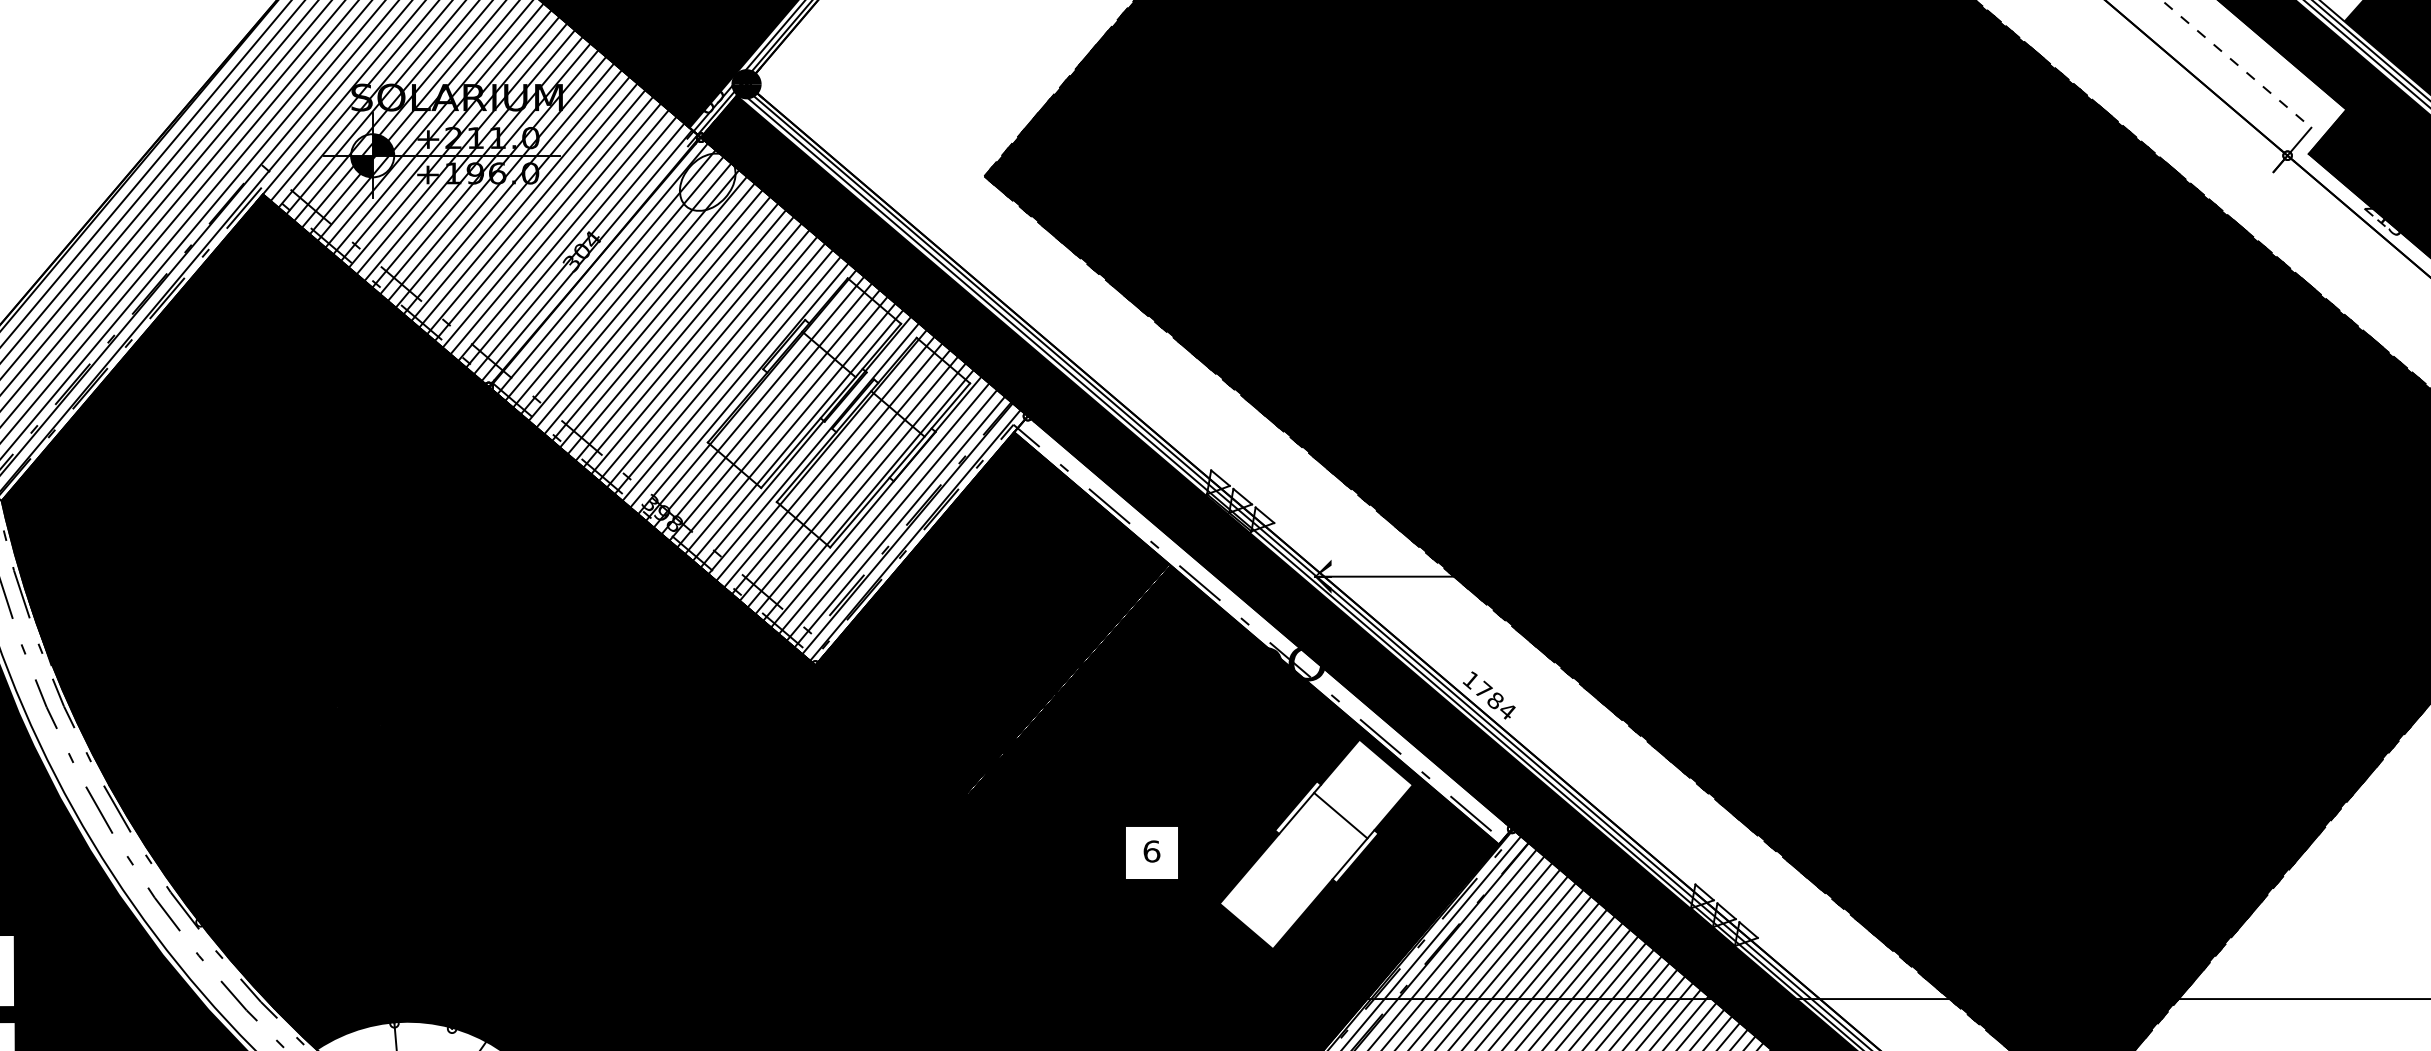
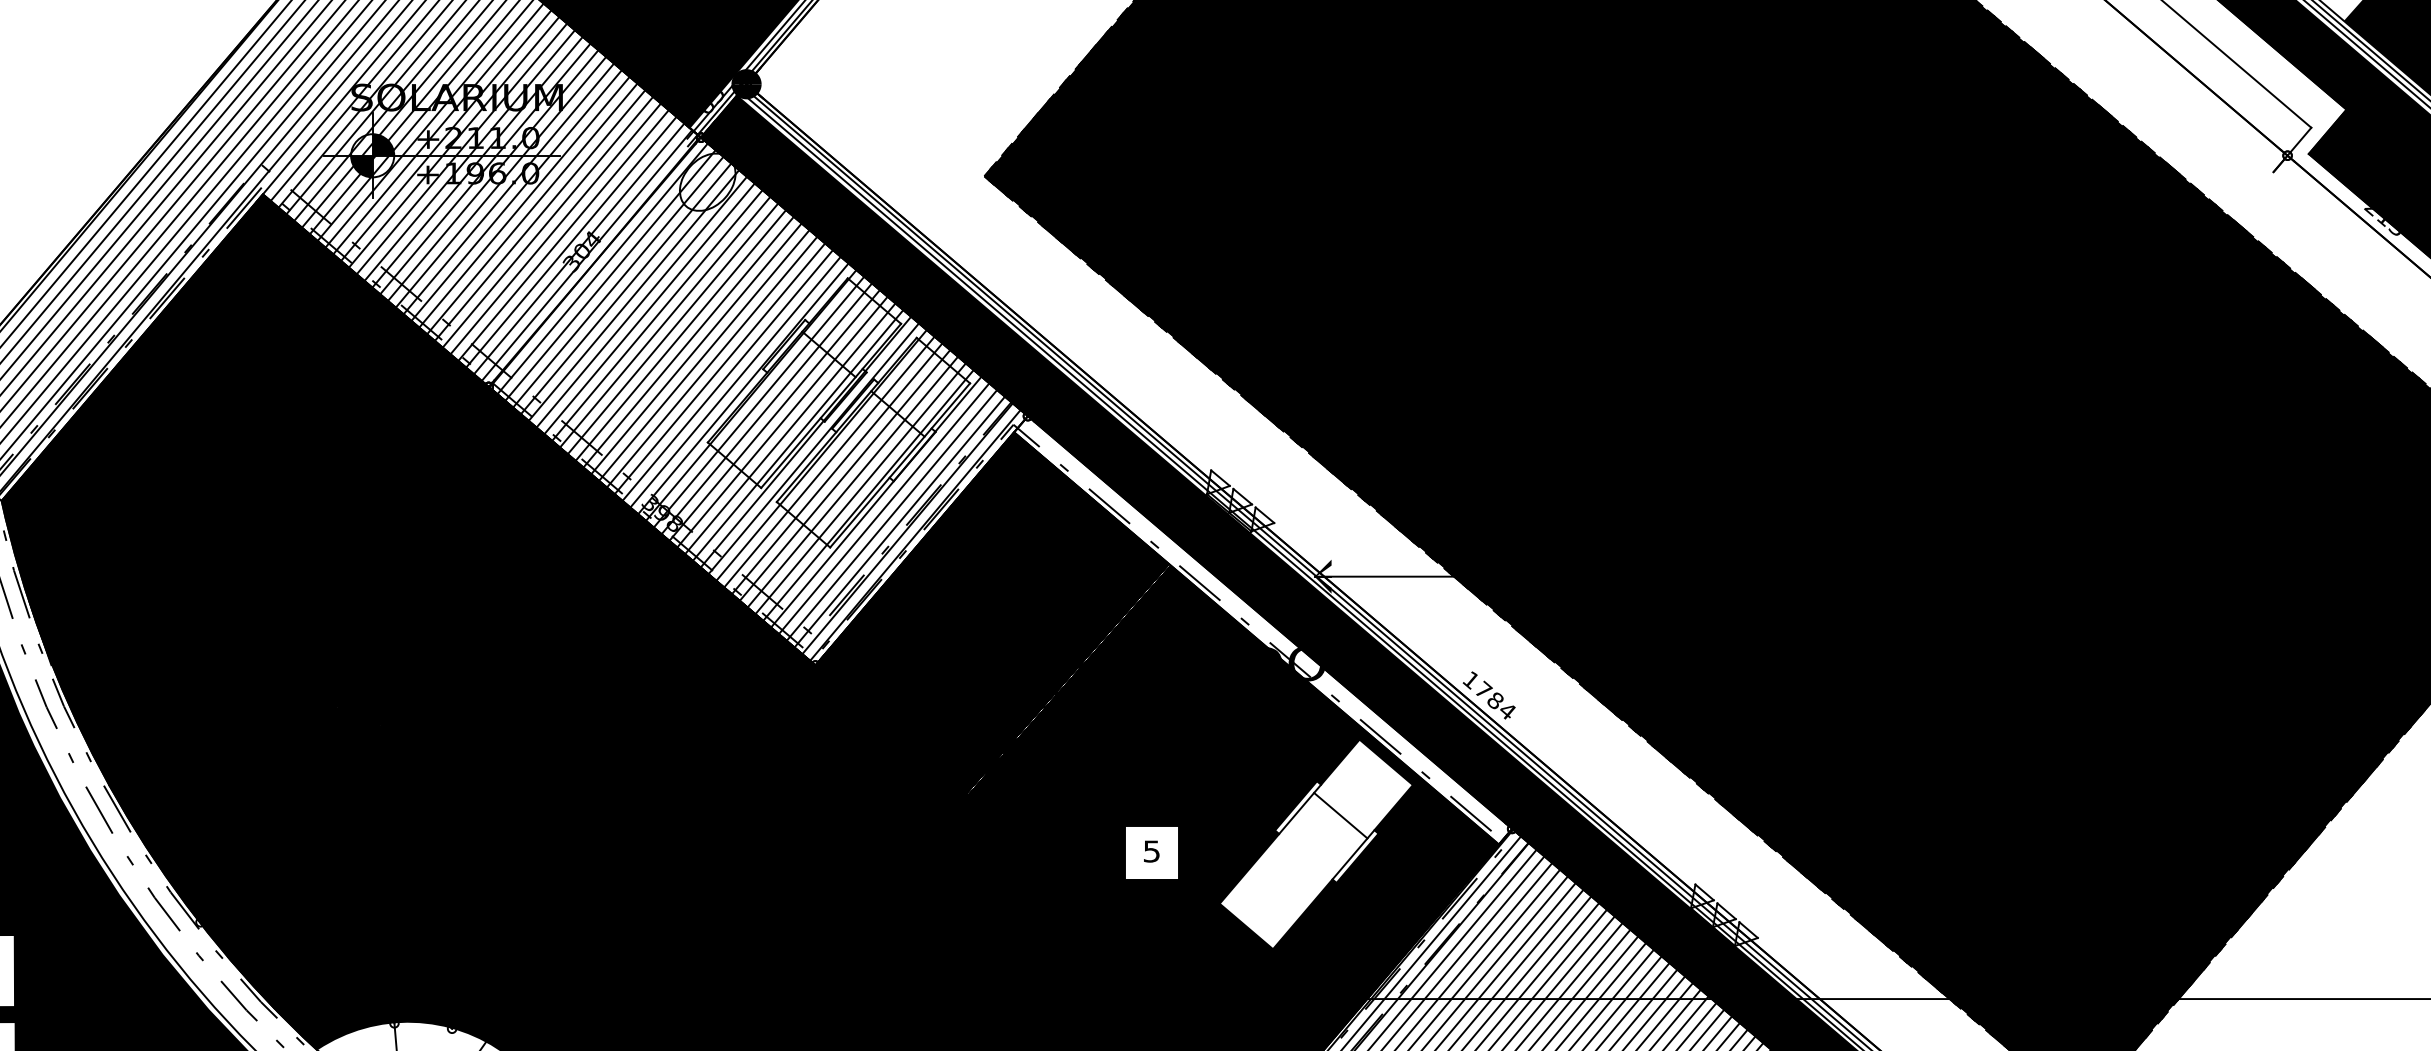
line at (2236, 64): dashed -> solid
text at (1151, 851): 6 -> 5
